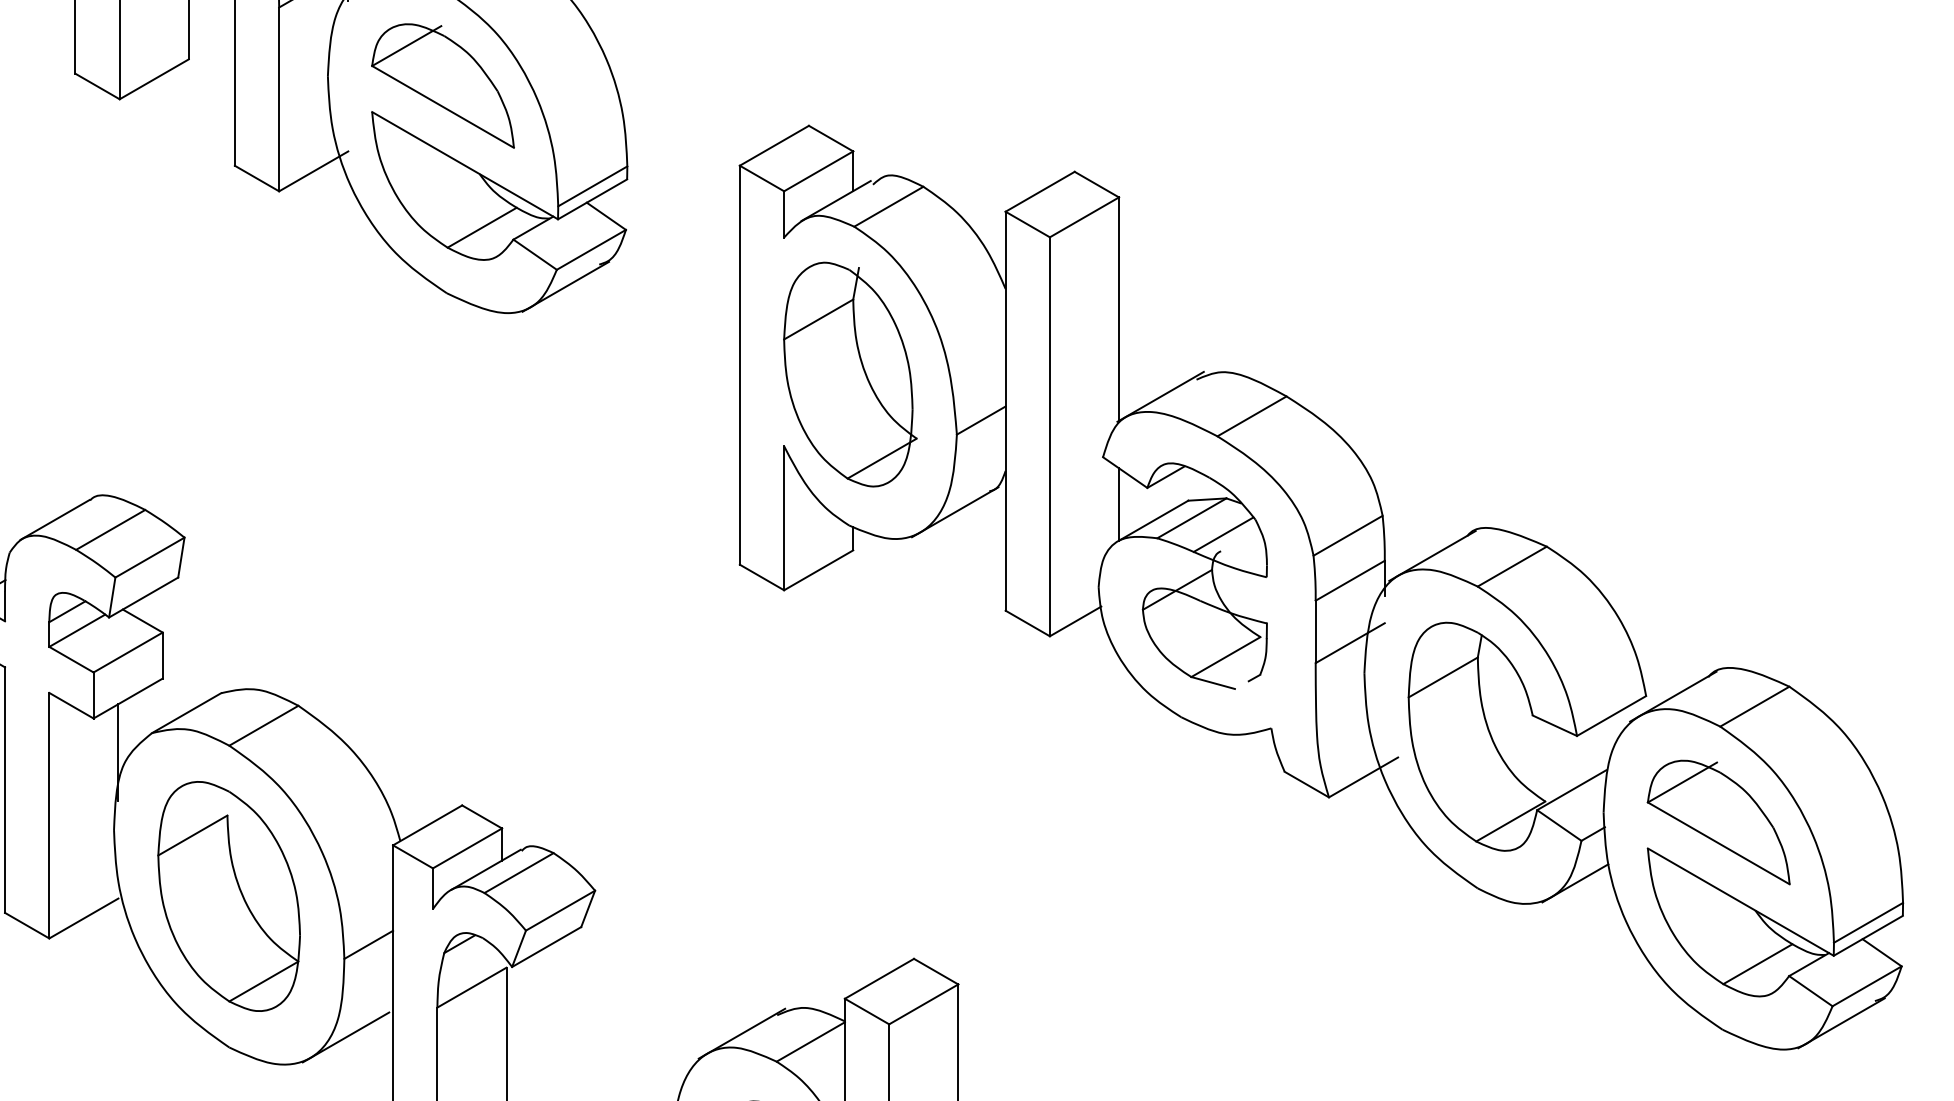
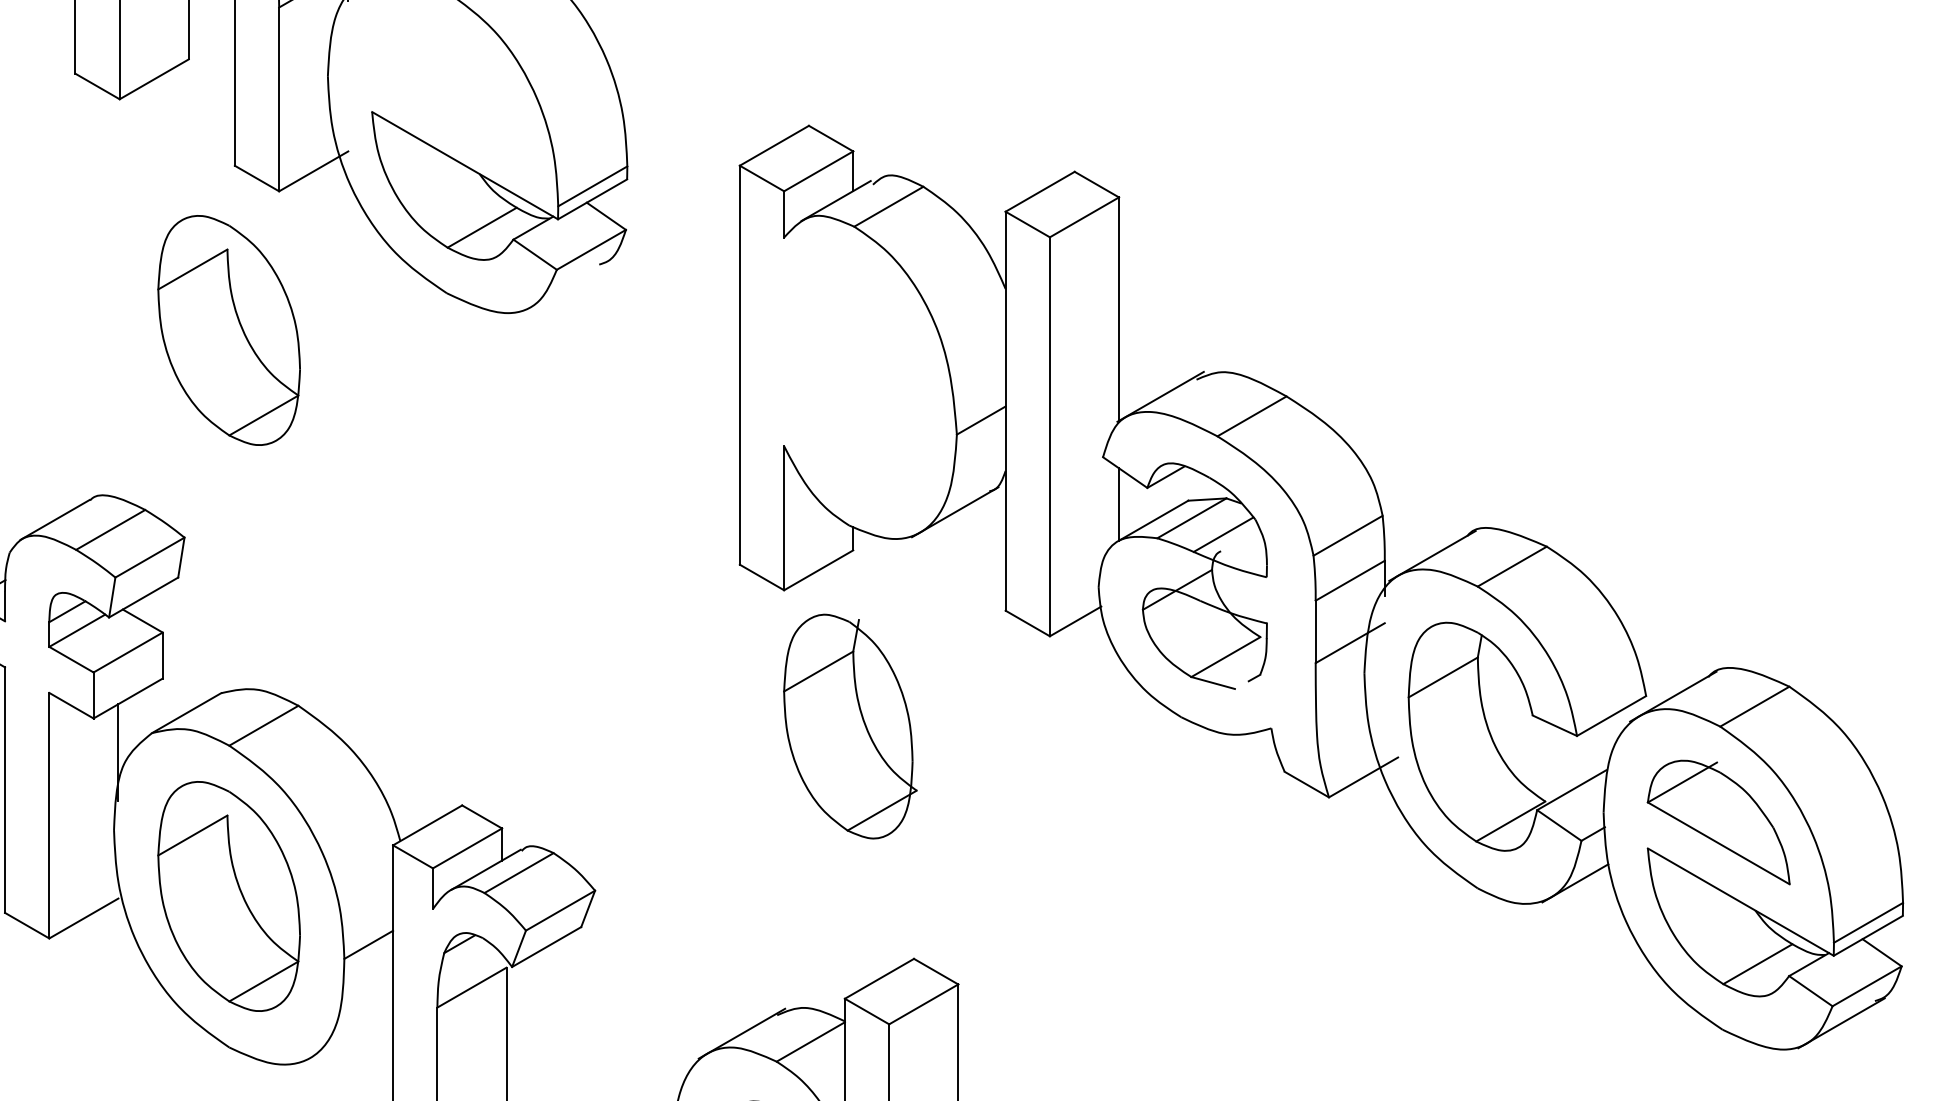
part at (442, 85): present -> none
line at (565, 286): present -> none
part at (228, 330): none -> present
part at (850, 374) position: (850, 374) -> (850, 726)
line at (345, 1037): present -> none
